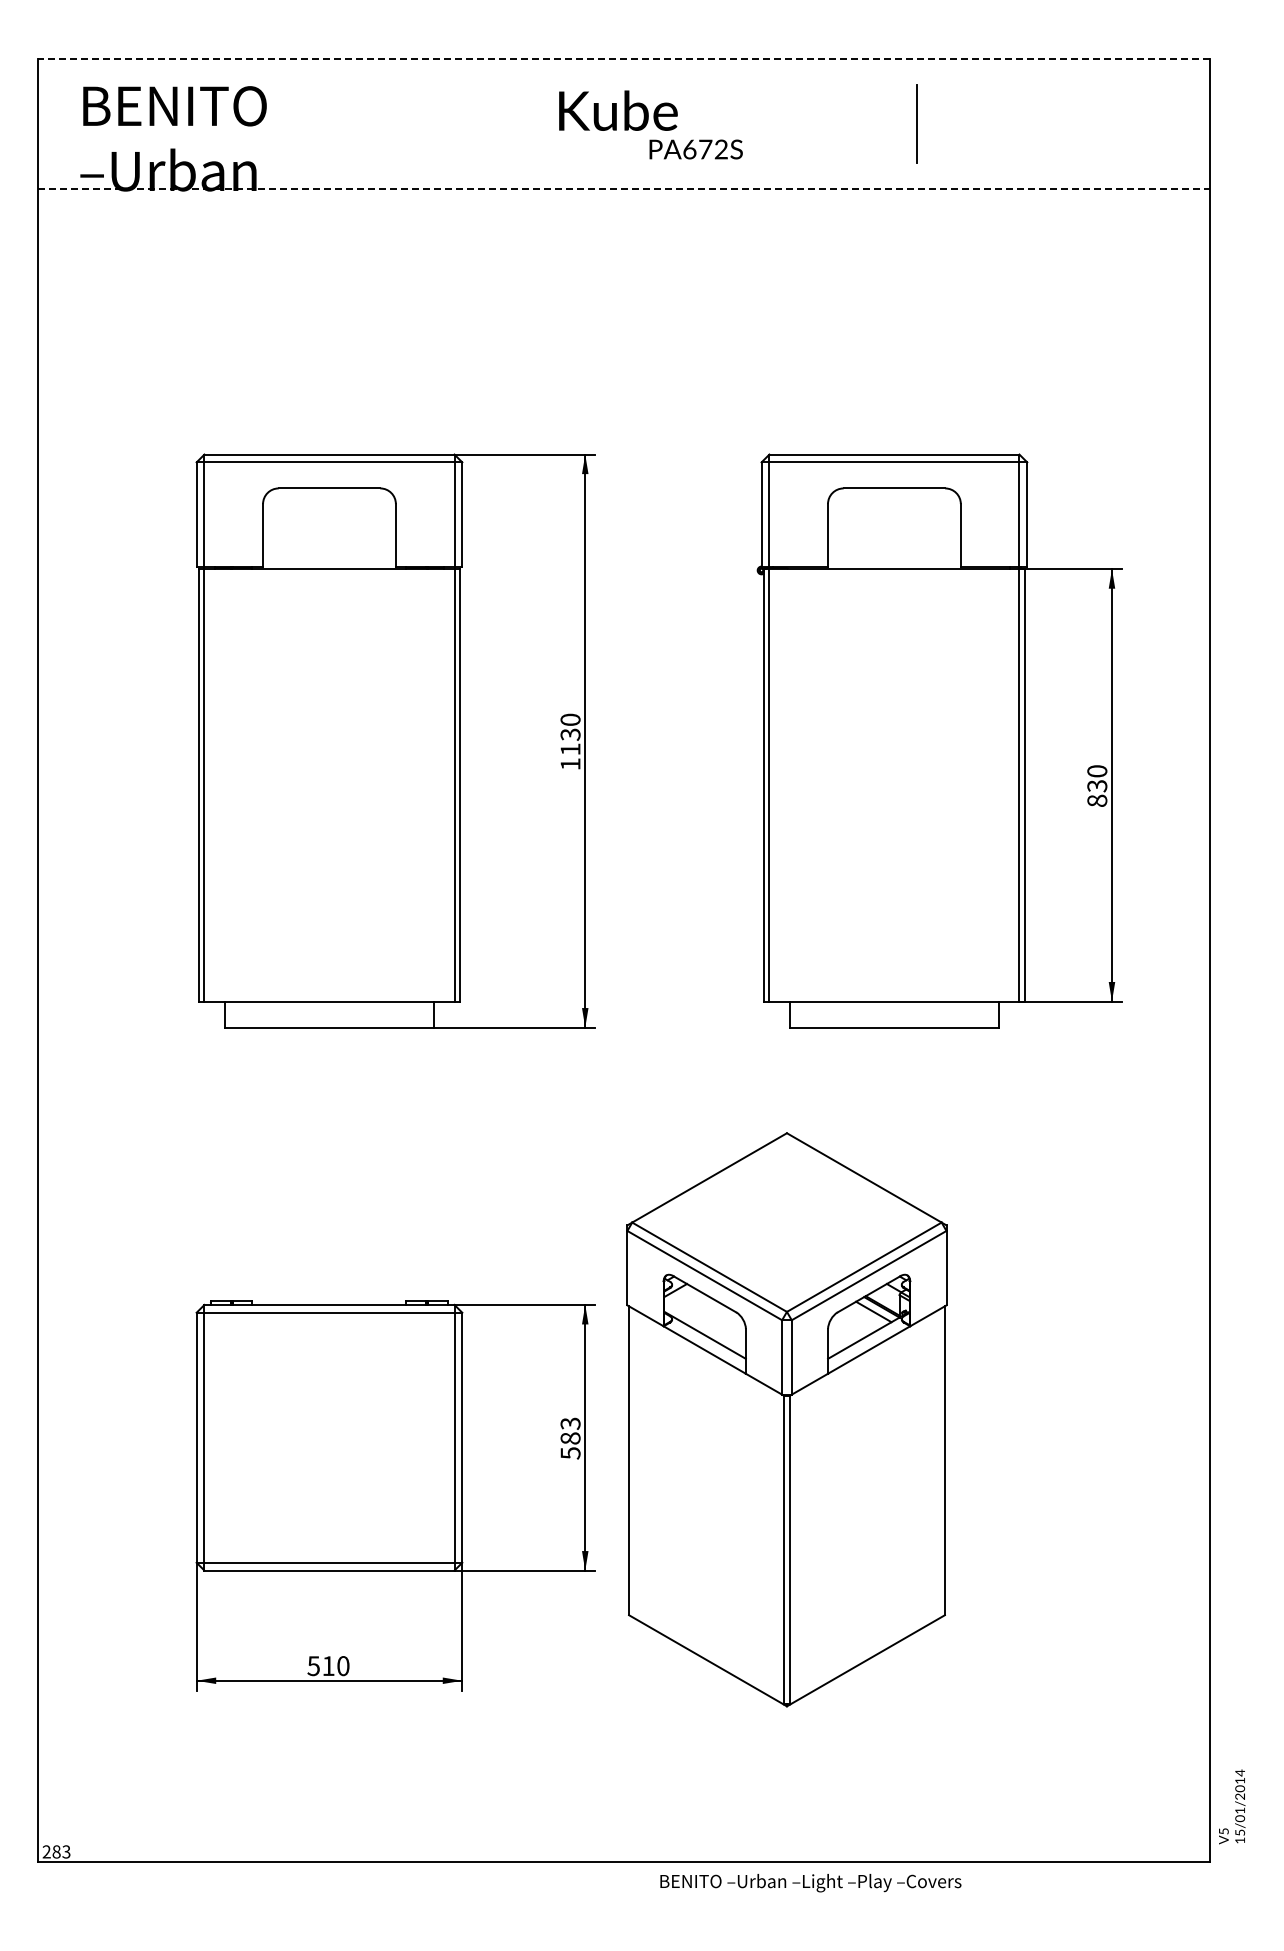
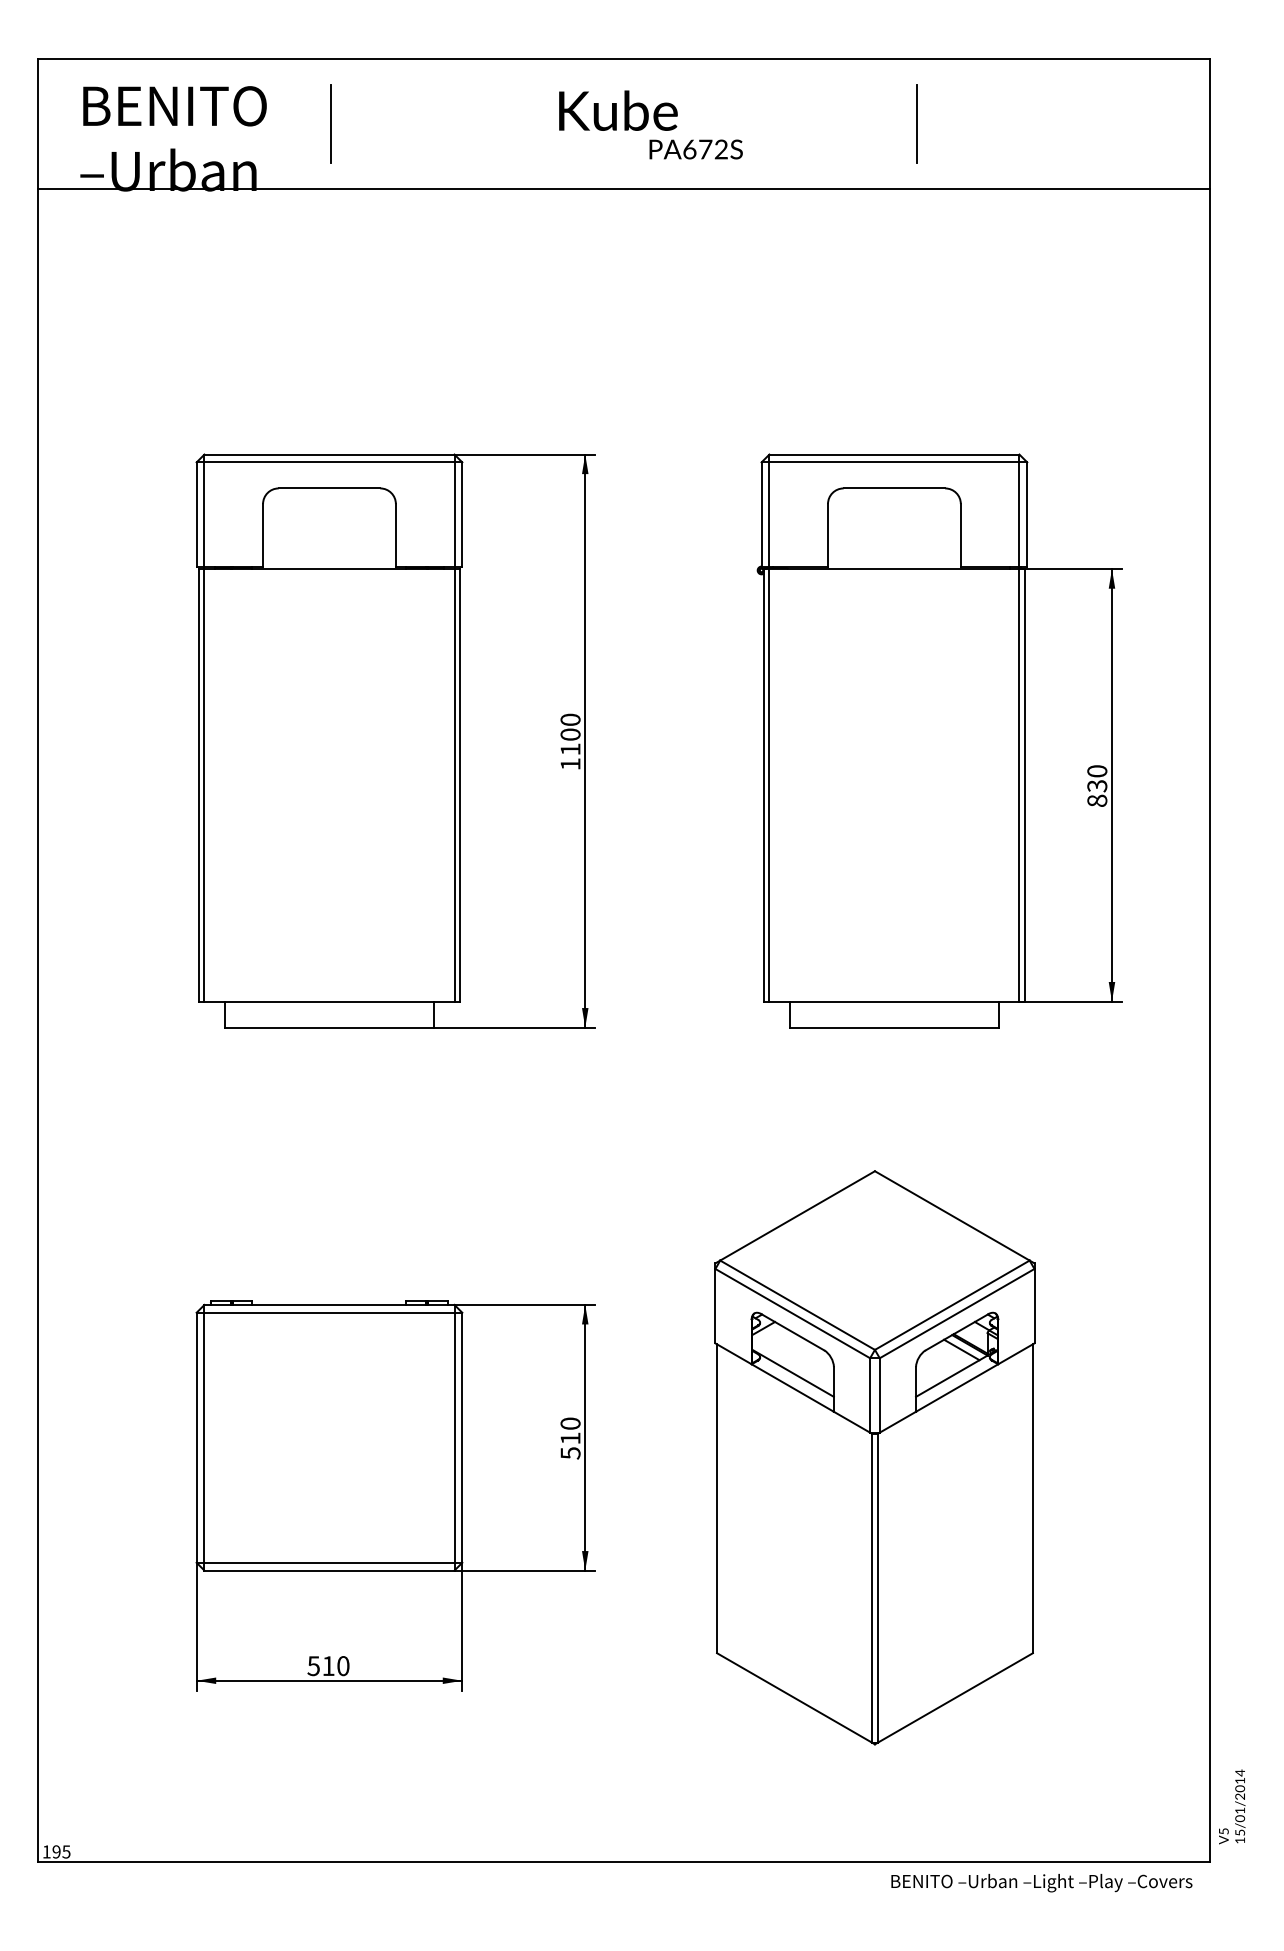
line at (623, 58): dashed -> solid
line at (330, 123): none -> present
line at (624, 188): dashed -> solid
text at (570, 734): 1130 -> 1100
part at (786, 1419) position: (786, 1419) -> (874, 1457)
text at (570, 1430): 583 -> 510
text at (56, 1851): 283 -> 195
text at (810, 1883) position: (810, 1883) -> (1041, 1883)
